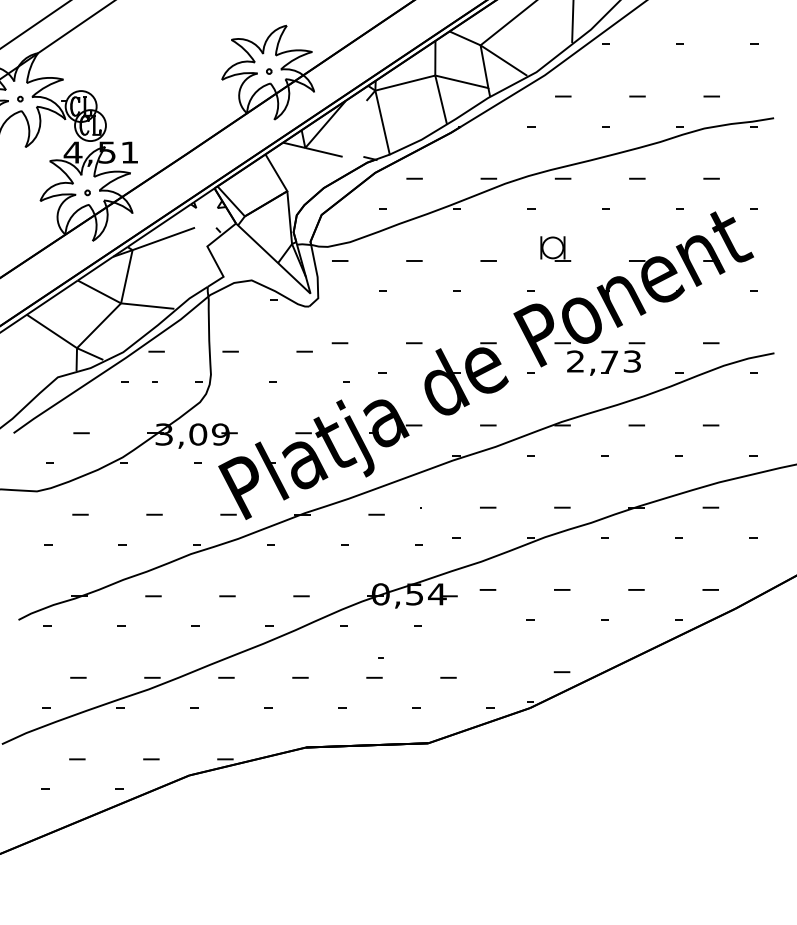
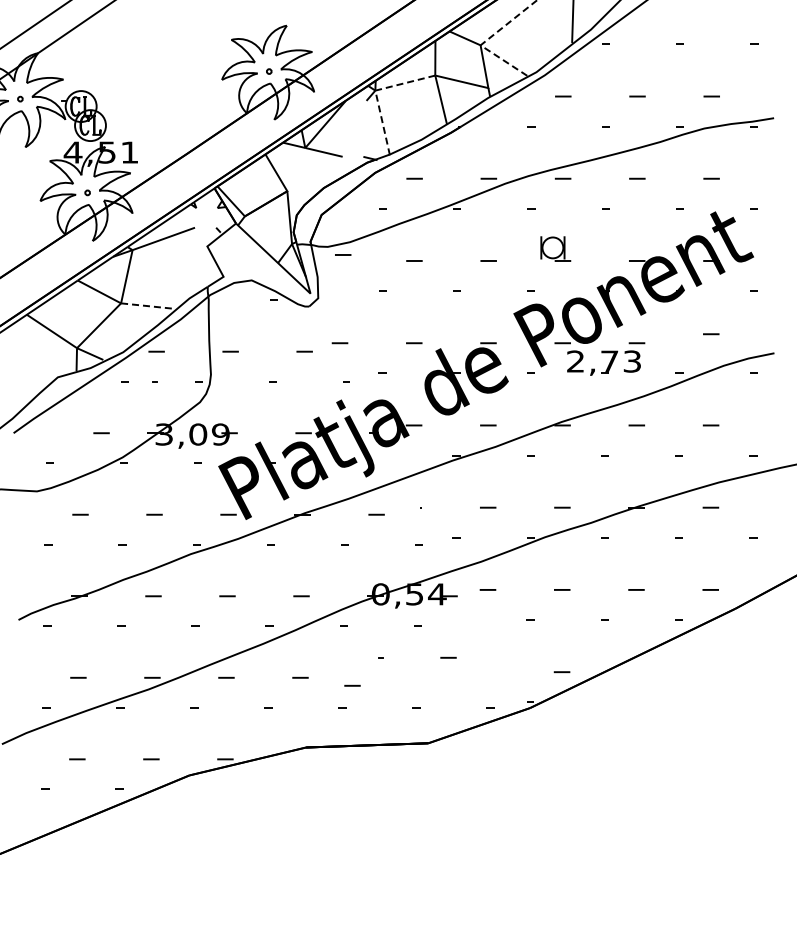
line at (486, 40): solid -> dashed
line at (375, 92): solid -> dashed
line at (340, 260) position: (340, 260) -> (343, 254)
line at (147, 306): solid -> dashed
line at (711, 343) position: (711, 343) -> (711, 334)
line at (81, 433) position: (81, 433) -> (101, 433)
line at (374, 677) position: (374, 677) -> (352, 685)
line at (448, 677) position: (448, 677) -> (448, 657)
